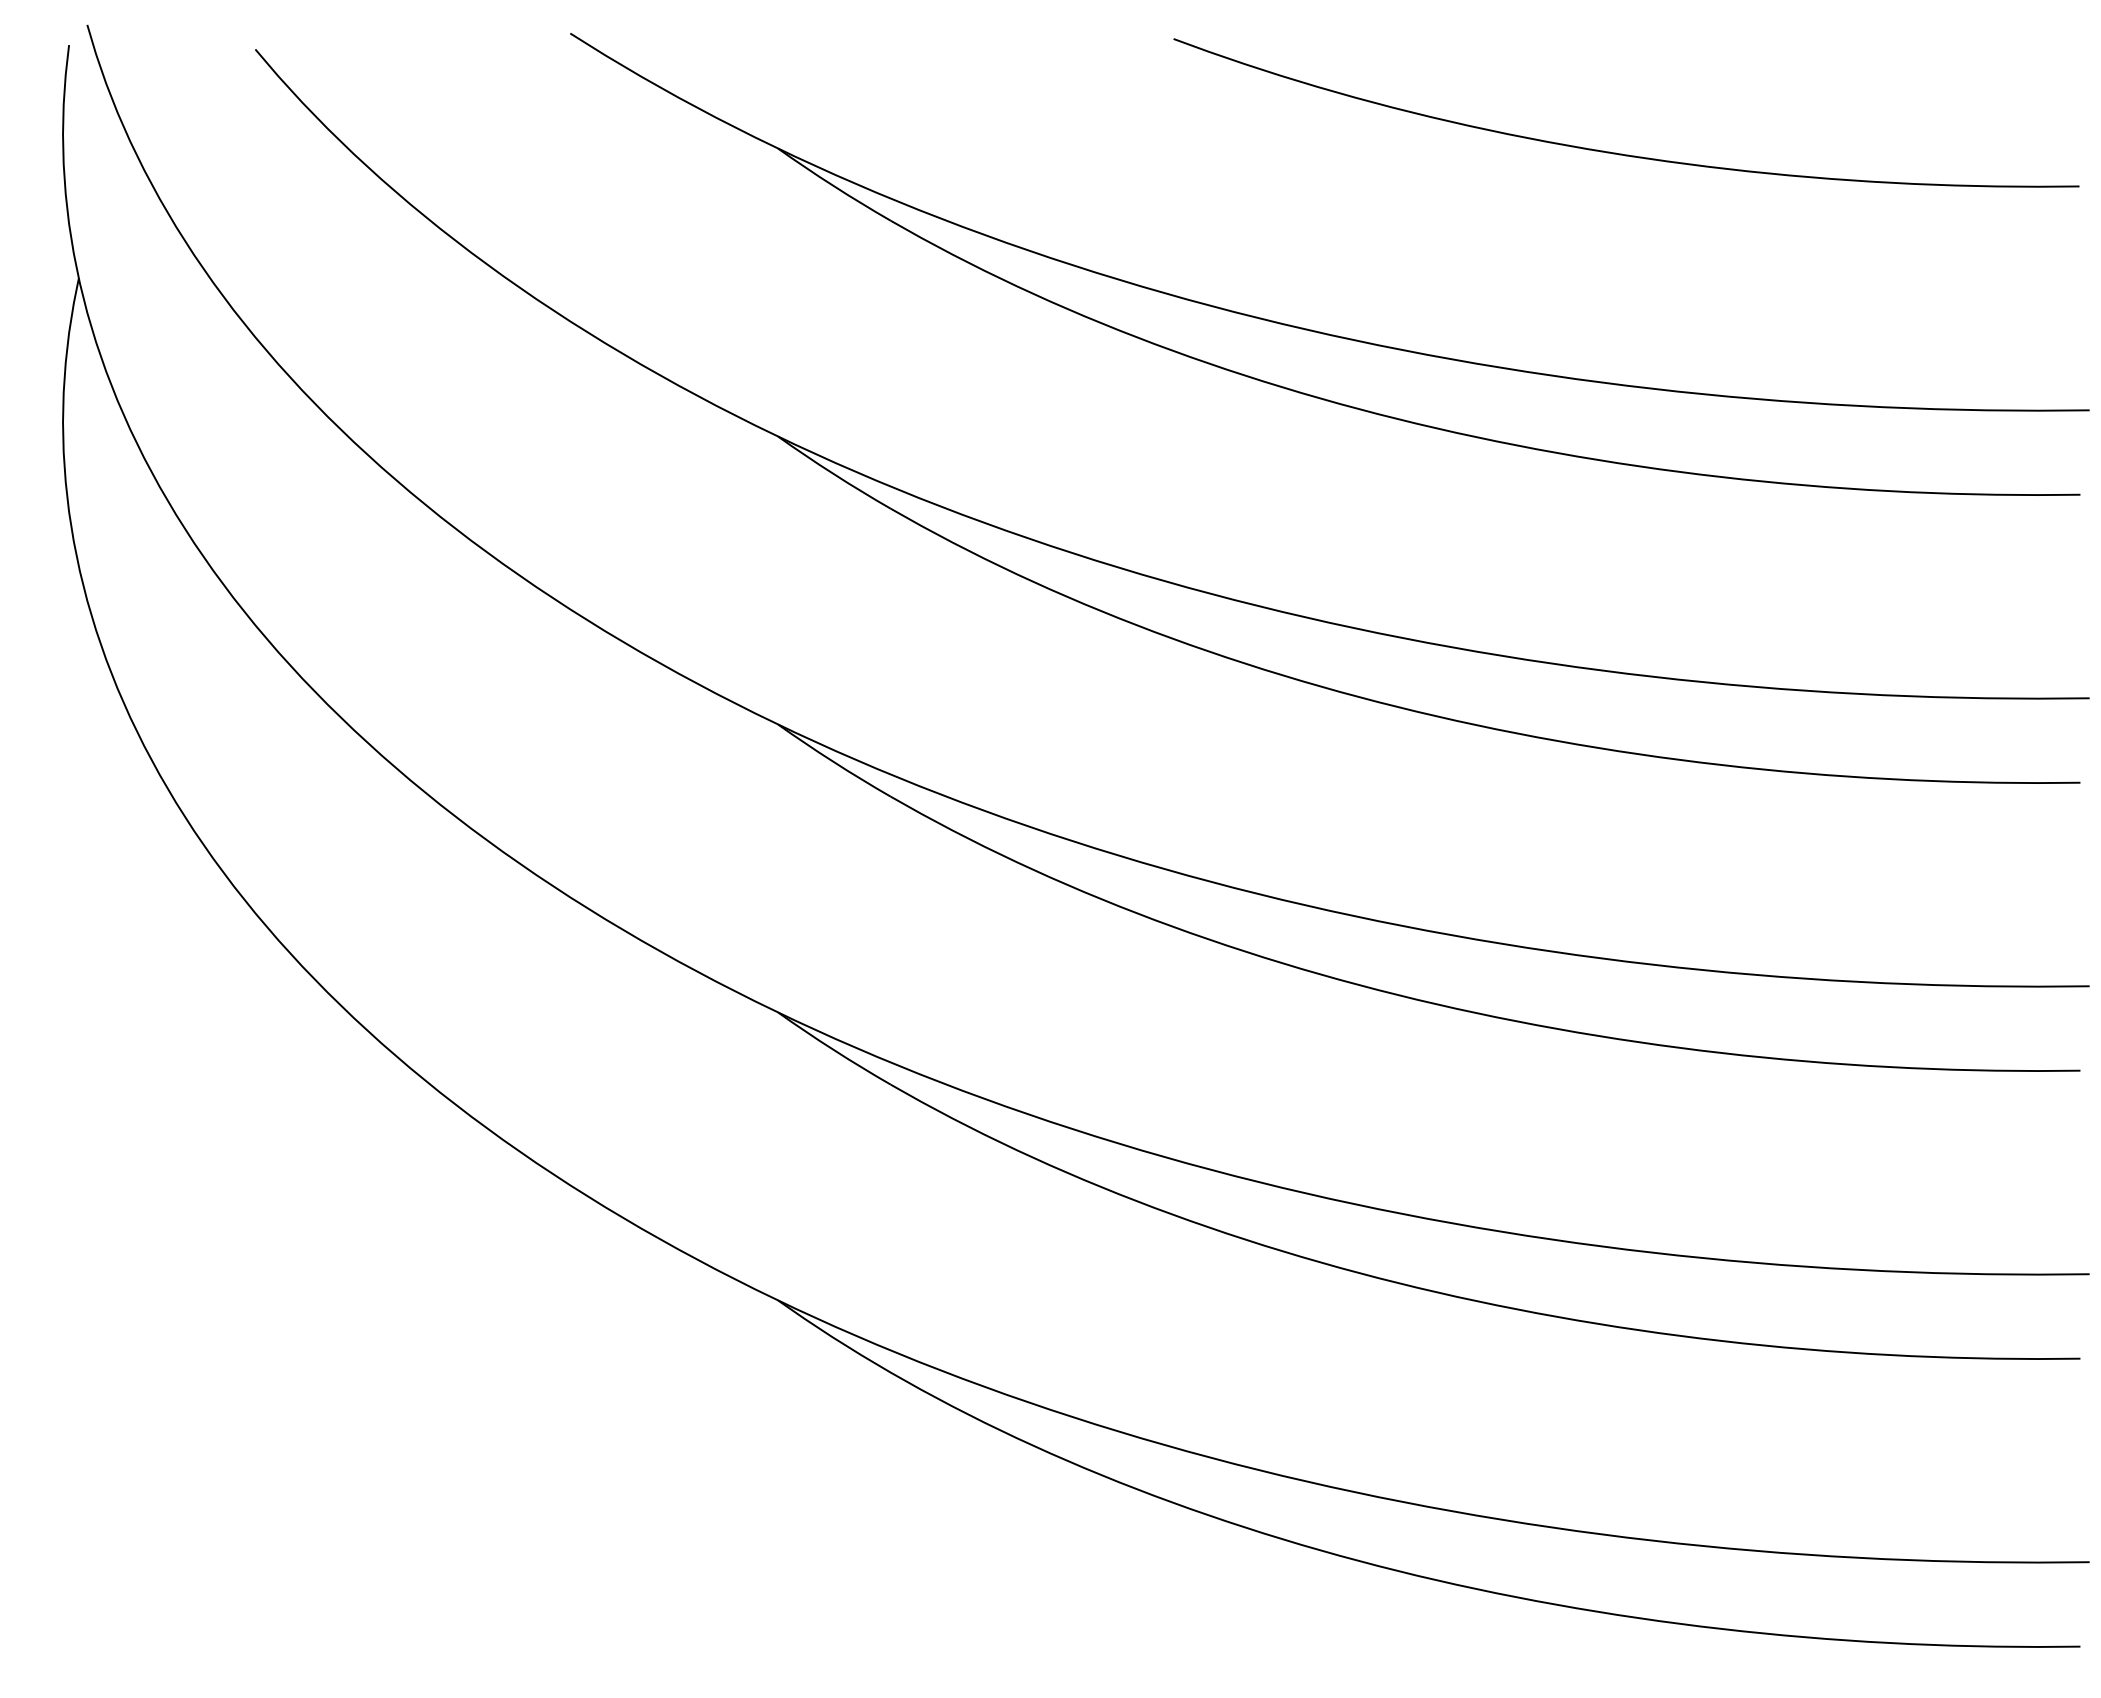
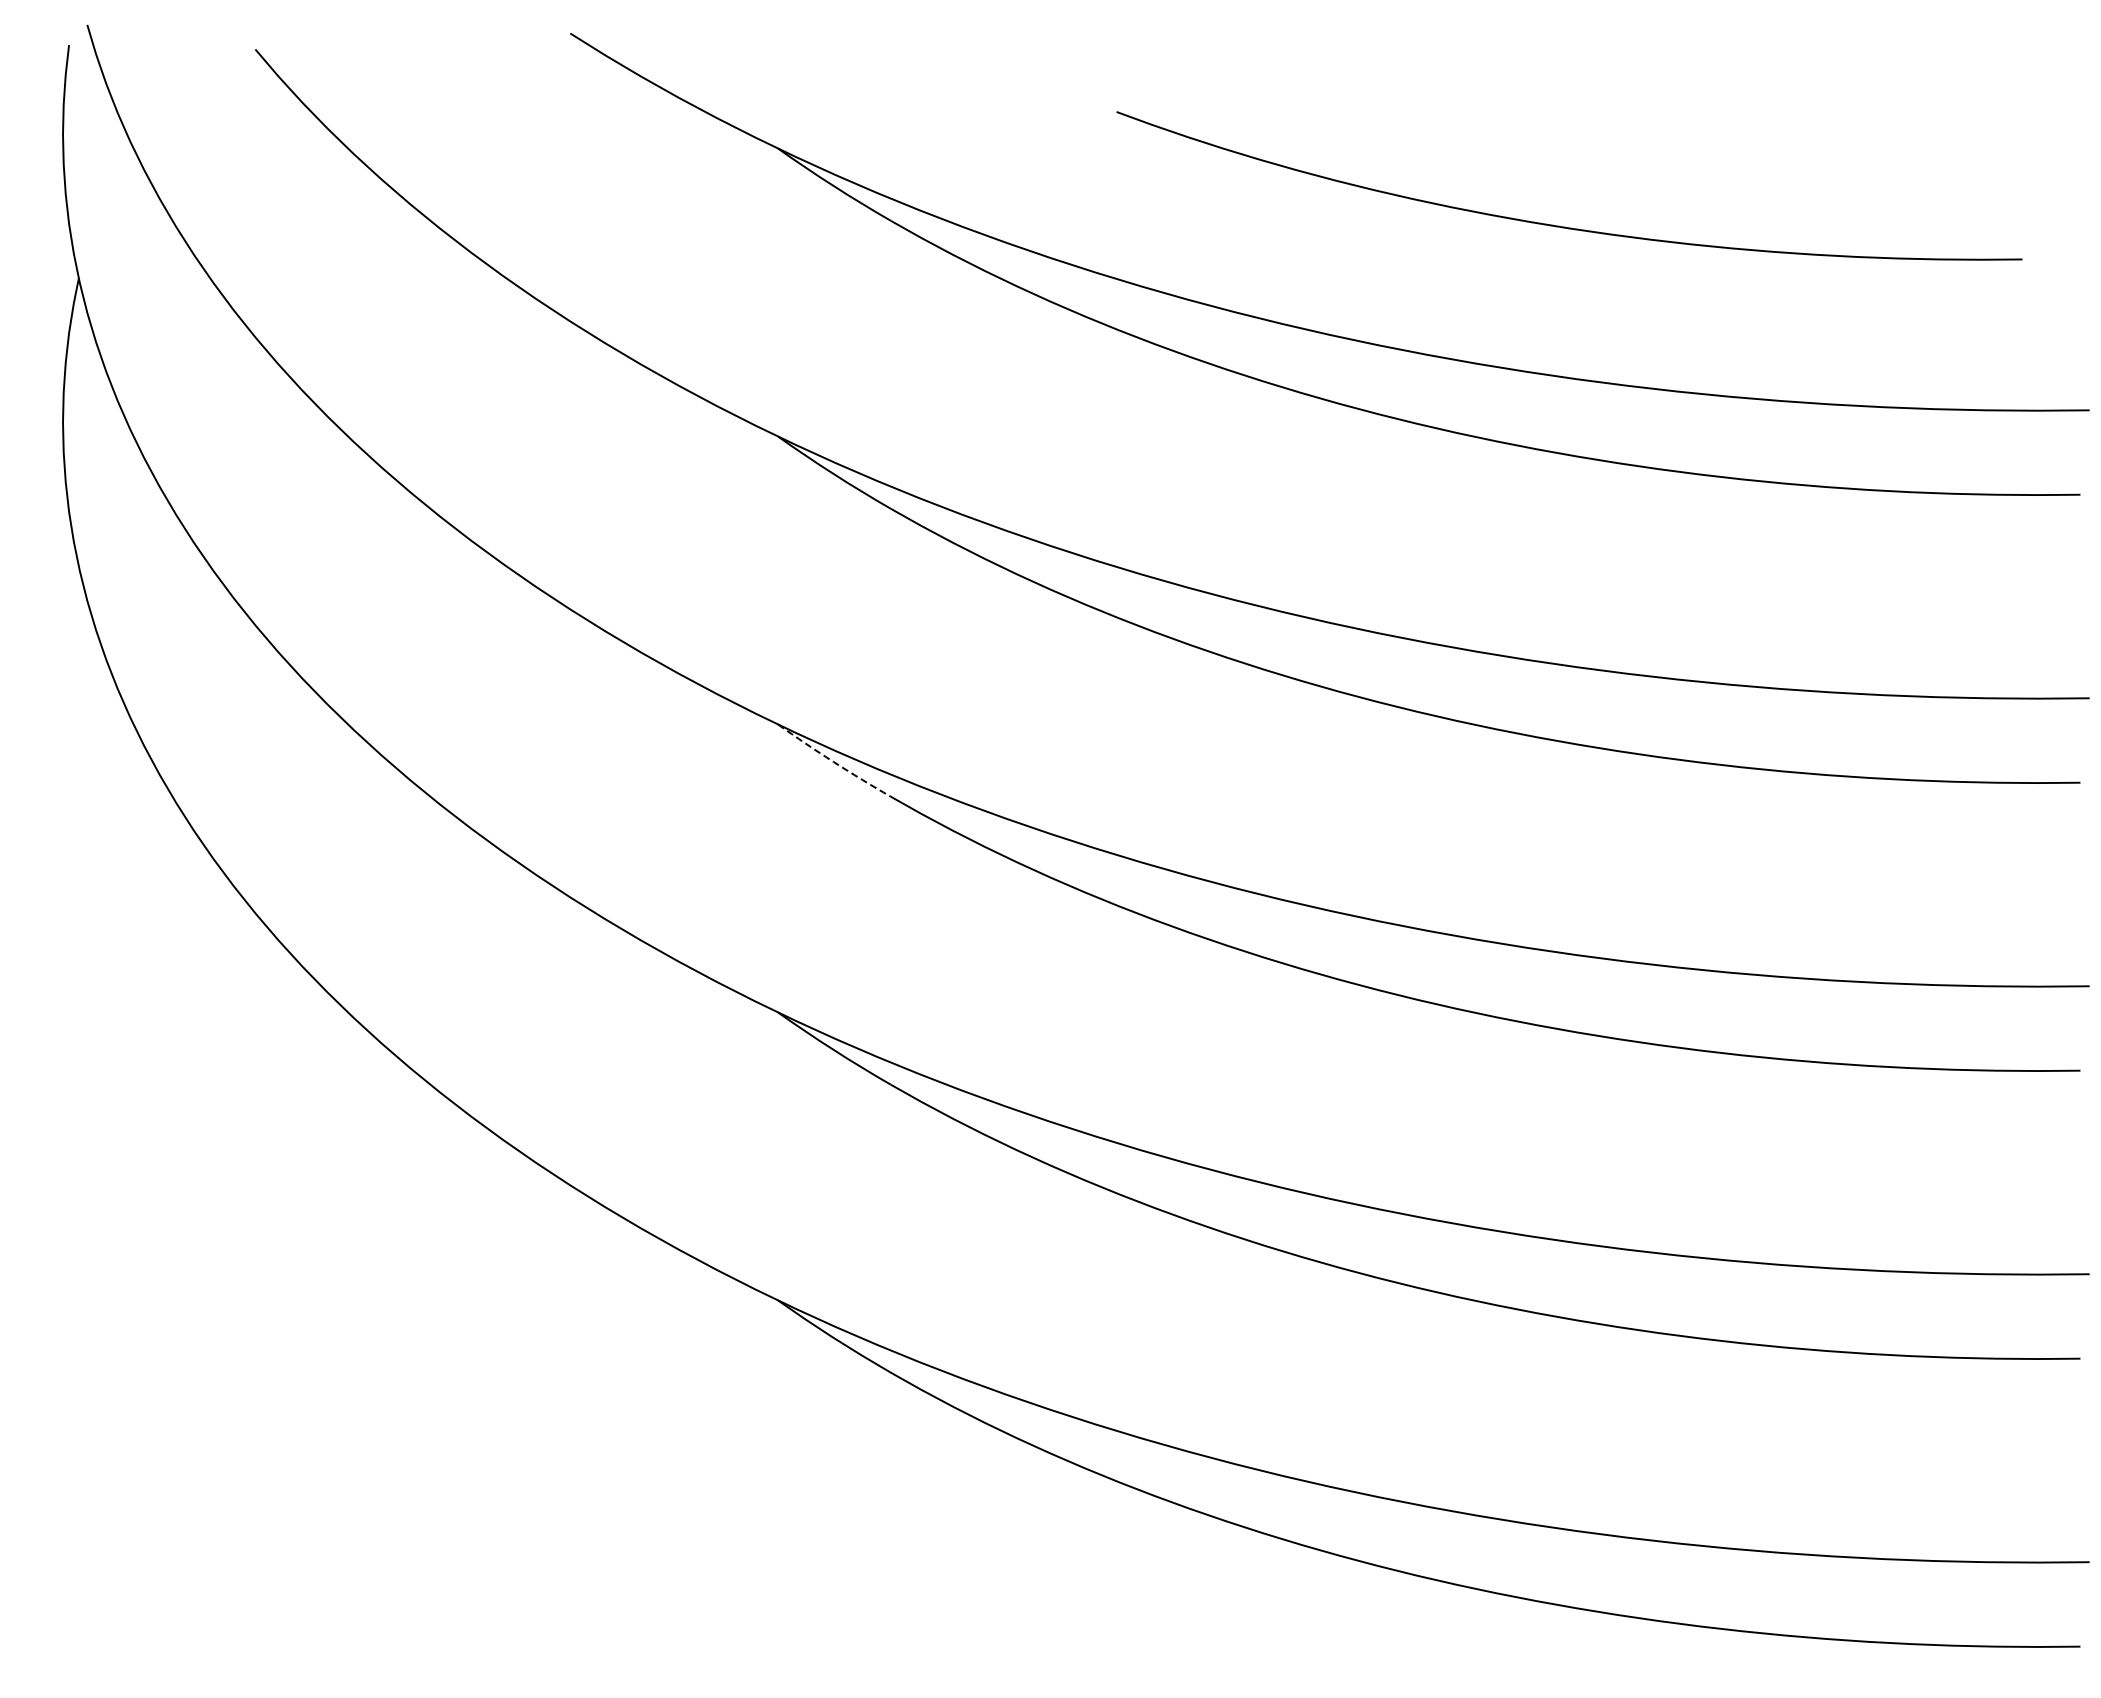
curve at (1622, 153) position: (1622, 153) -> (1565, 226)
arc at (833, 761): solid -> dashed
